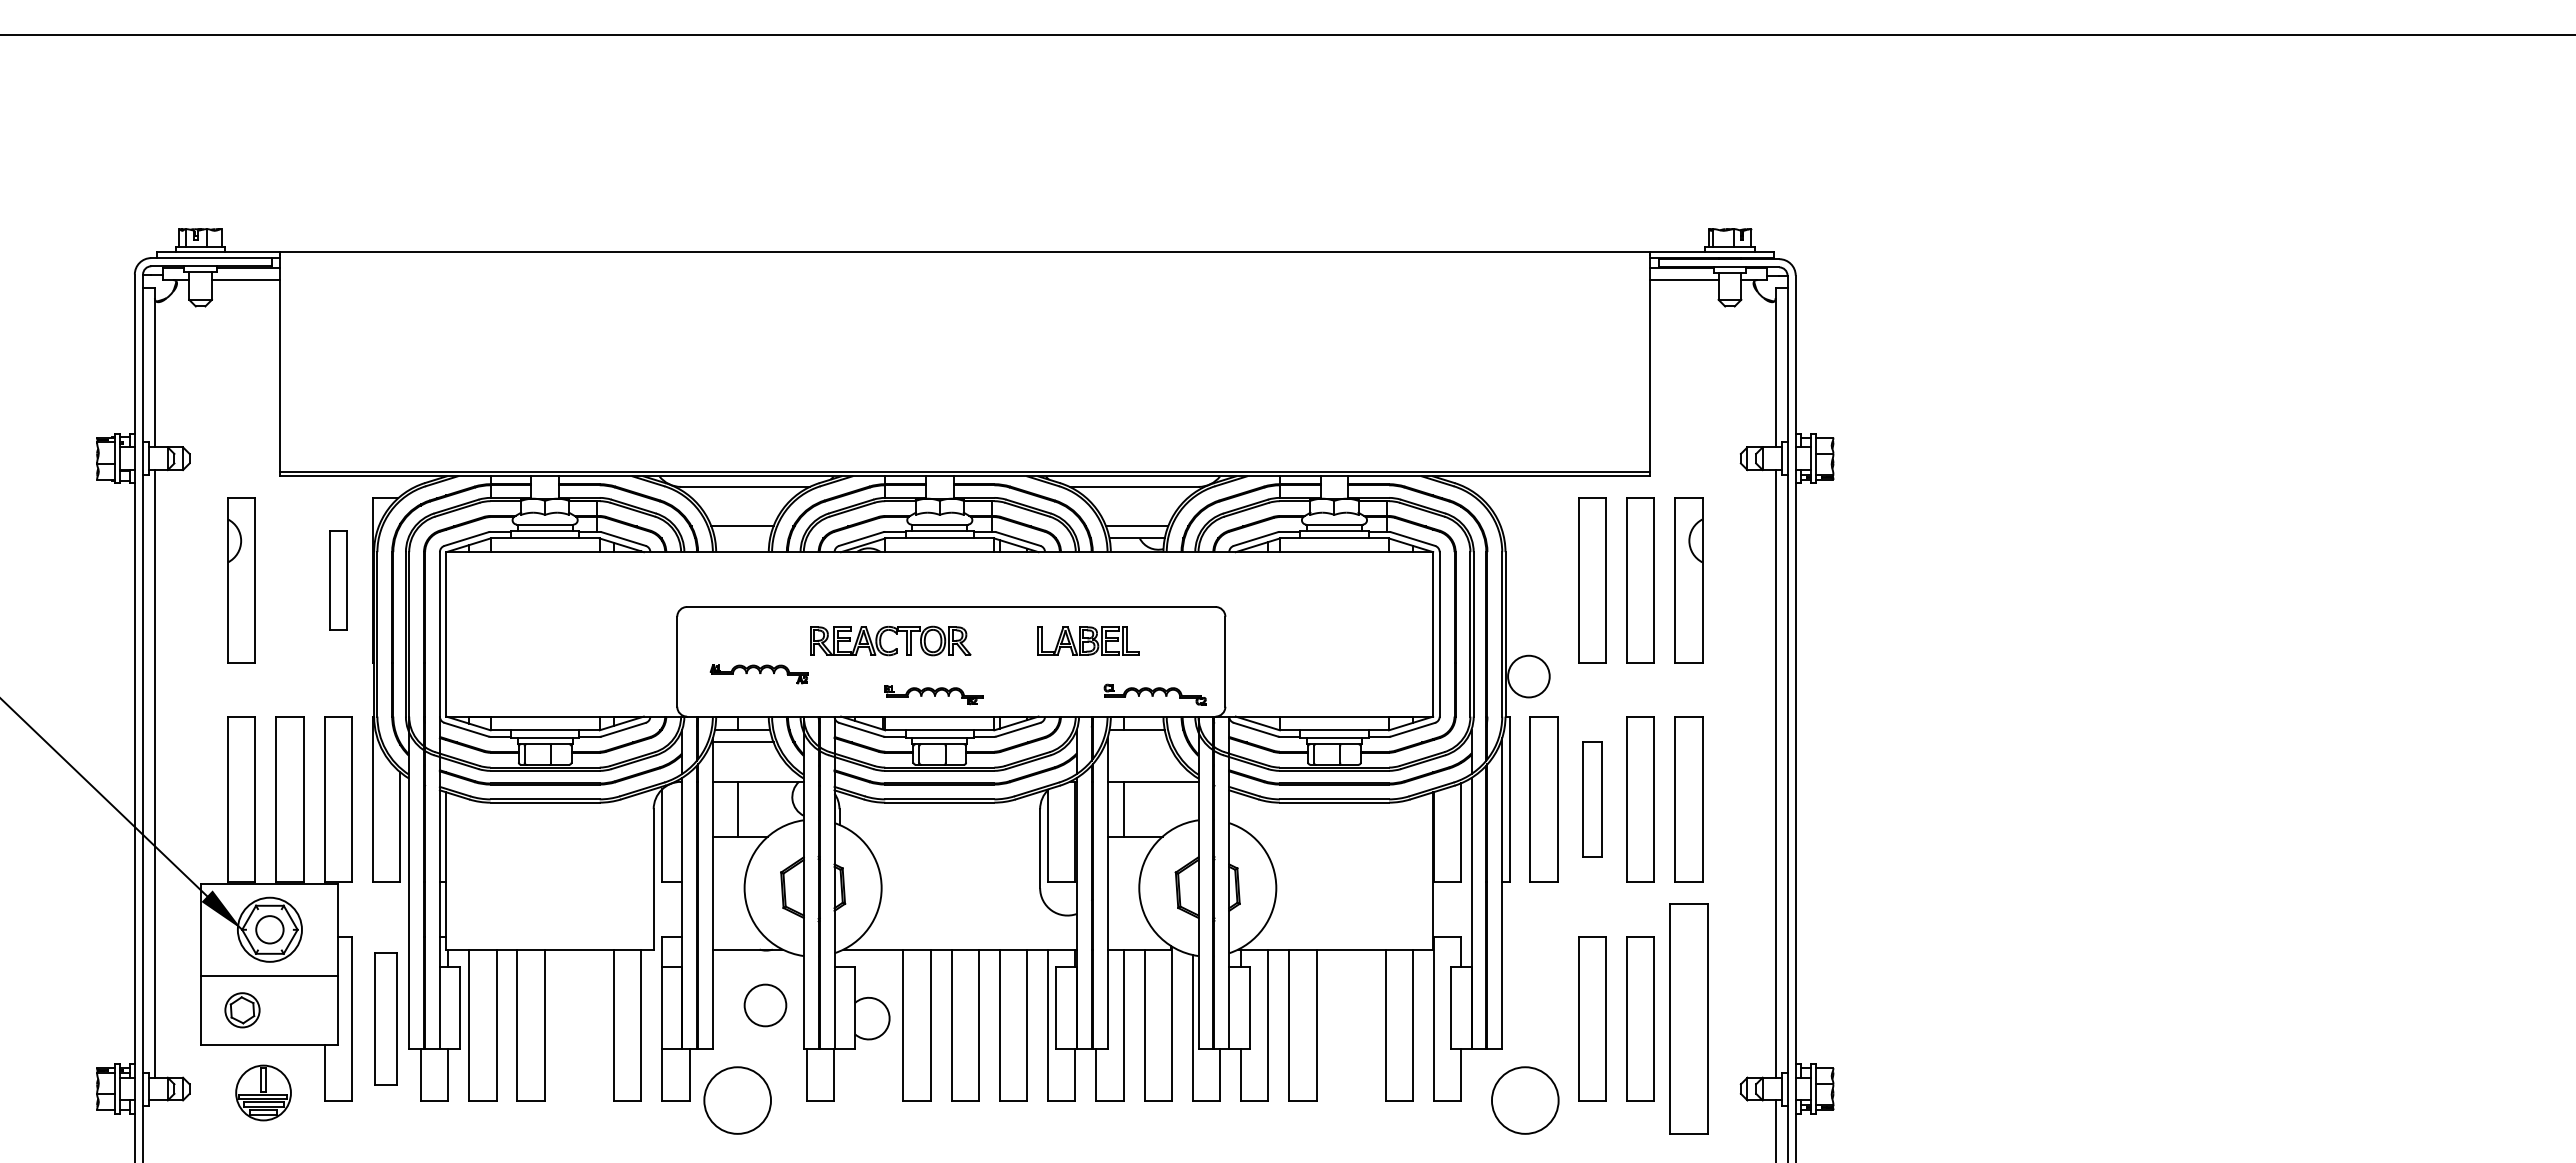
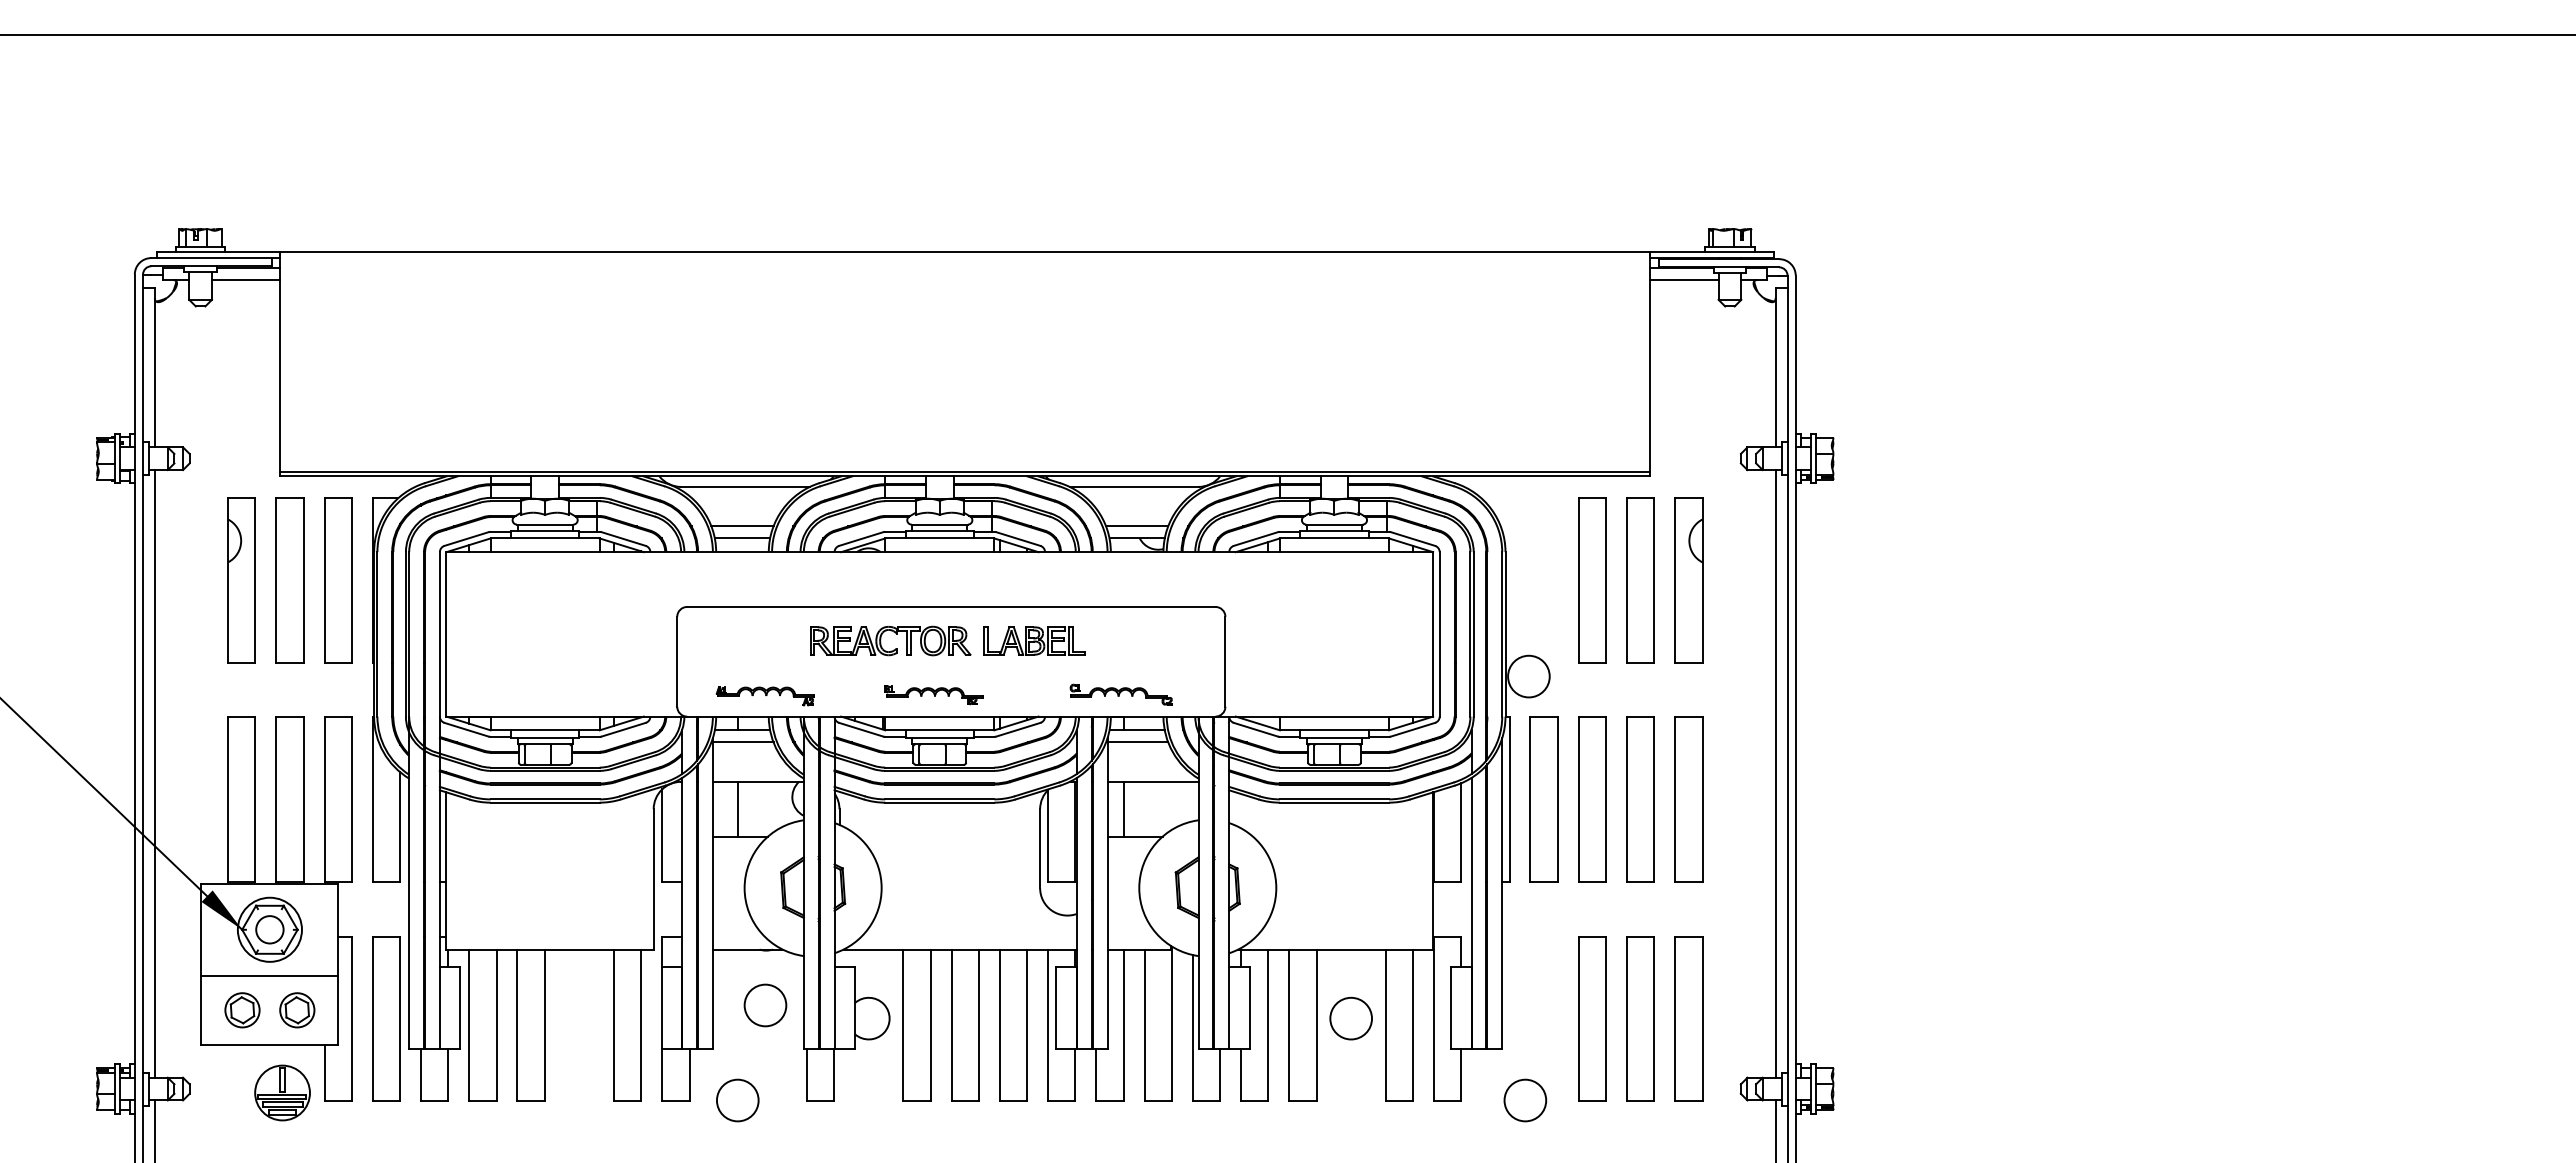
line at (742, 538): none -> present
part at (289, 580): none -> present
part at (338, 580) size: 19x101 px -> 29x167 px
part at (1088, 640) position: (1088, 640) -> (1034, 640)
part at (758, 674) position: (758, 674) -> (764, 696)
part at (1154, 694) position: (1154, 694) -> (1120, 694)
line at (1137, 742): none -> present
part at (1592, 799) size: 21x117 px -> 29x167 px
part at (297, 1010): none -> present
part at (385, 1018) size: 24x134 px -> 29x166 px
circle at (1350, 1018): none -> present
part at (1688, 1018) size: 40x232 px -> 30x166 px
part at (263, 1092) position: (263, 1092) -> (282, 1092)
circle at (737, 1100) size: 69x69 px -> 44x45 px
circle at (1525, 1100) size: 69x69 px -> 45x45 px
line at (154, 1129): none -> present
